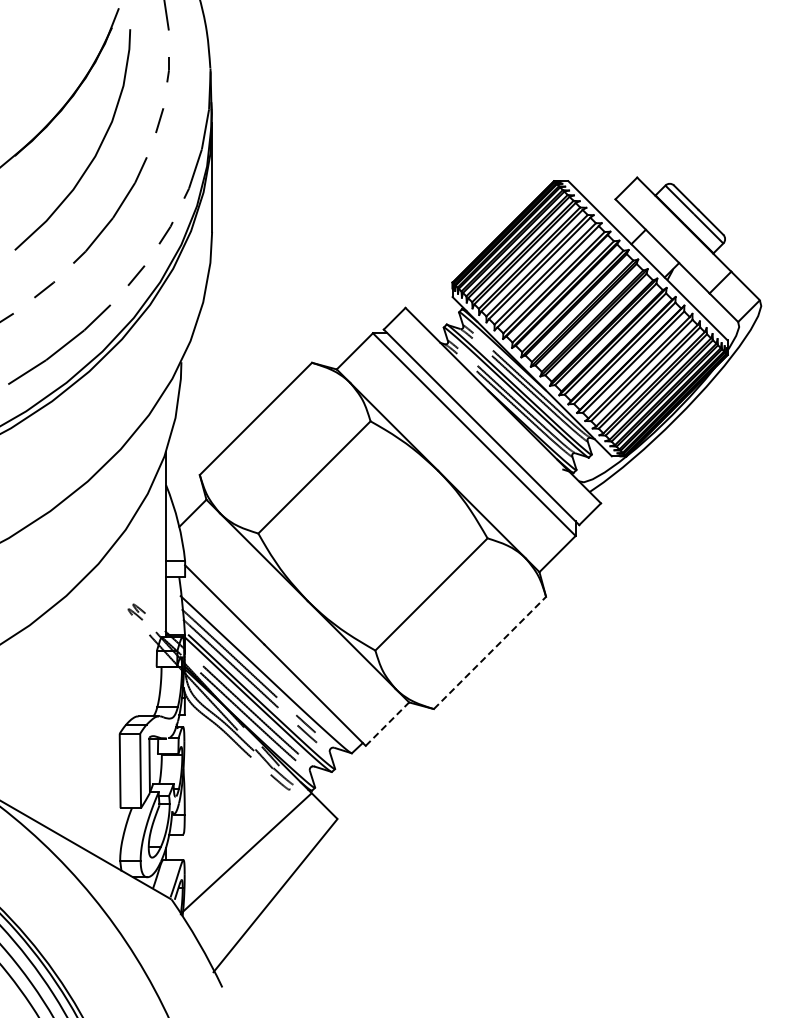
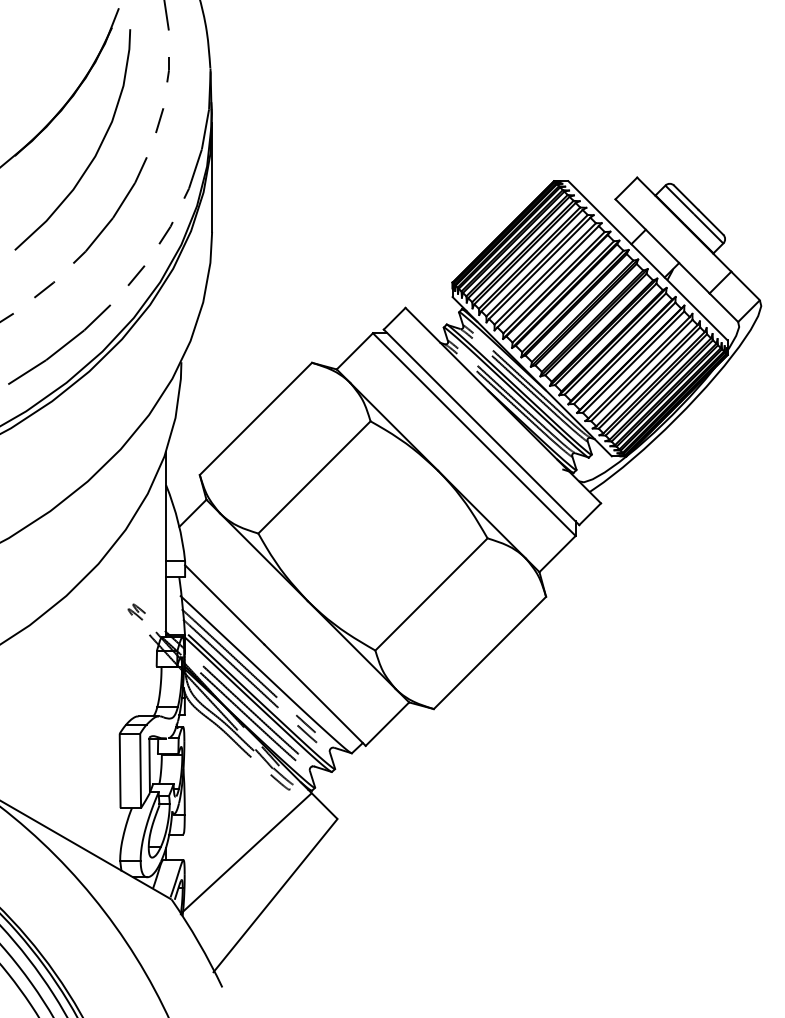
line at (490, 652): dashed -> solid
line at (387, 724): dashed -> solid
